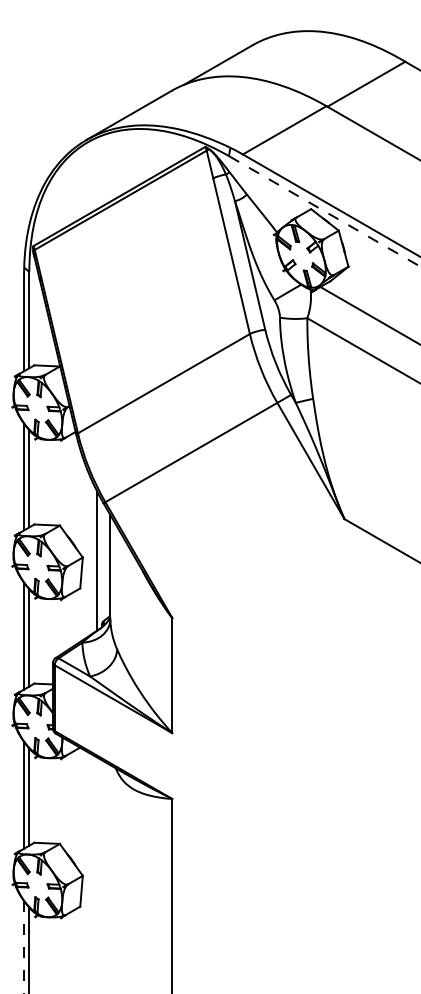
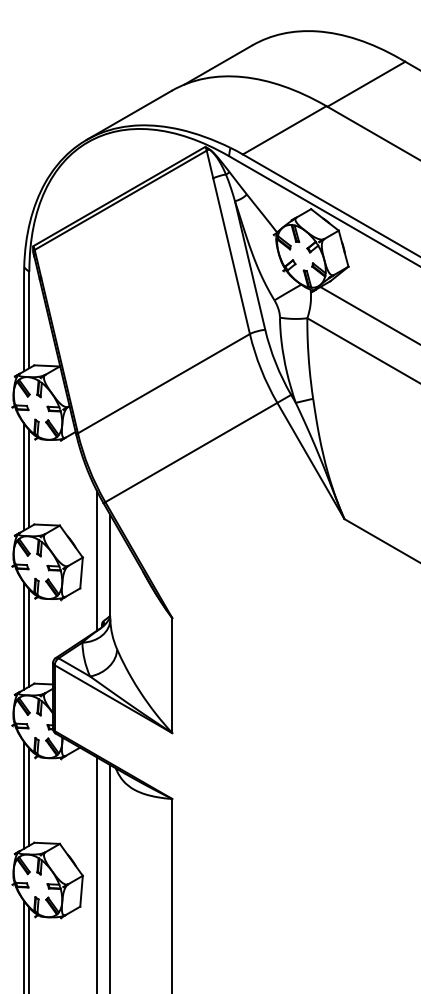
line at (325, 211): dashed -> solid
line at (96, 873): none -> present
line at (110, 877): none -> present
line at (24, 947): dashed -> solid
